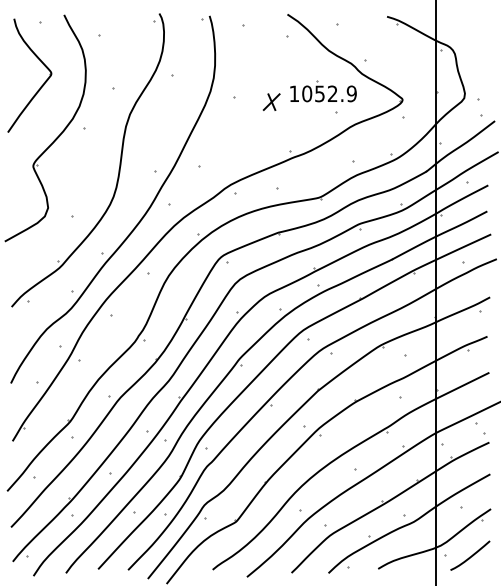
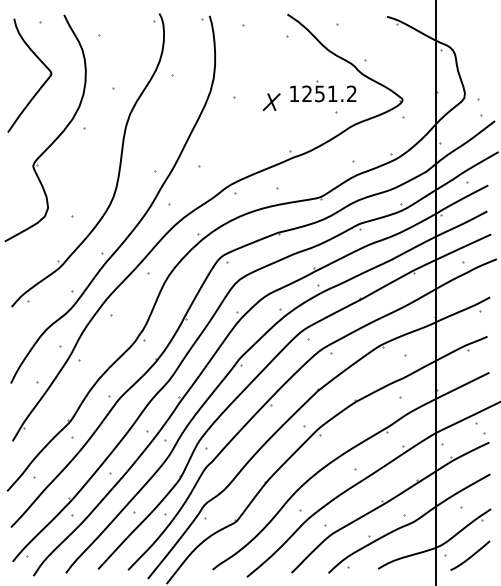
text at (329, 93): 1052.9 -> 1251.2
